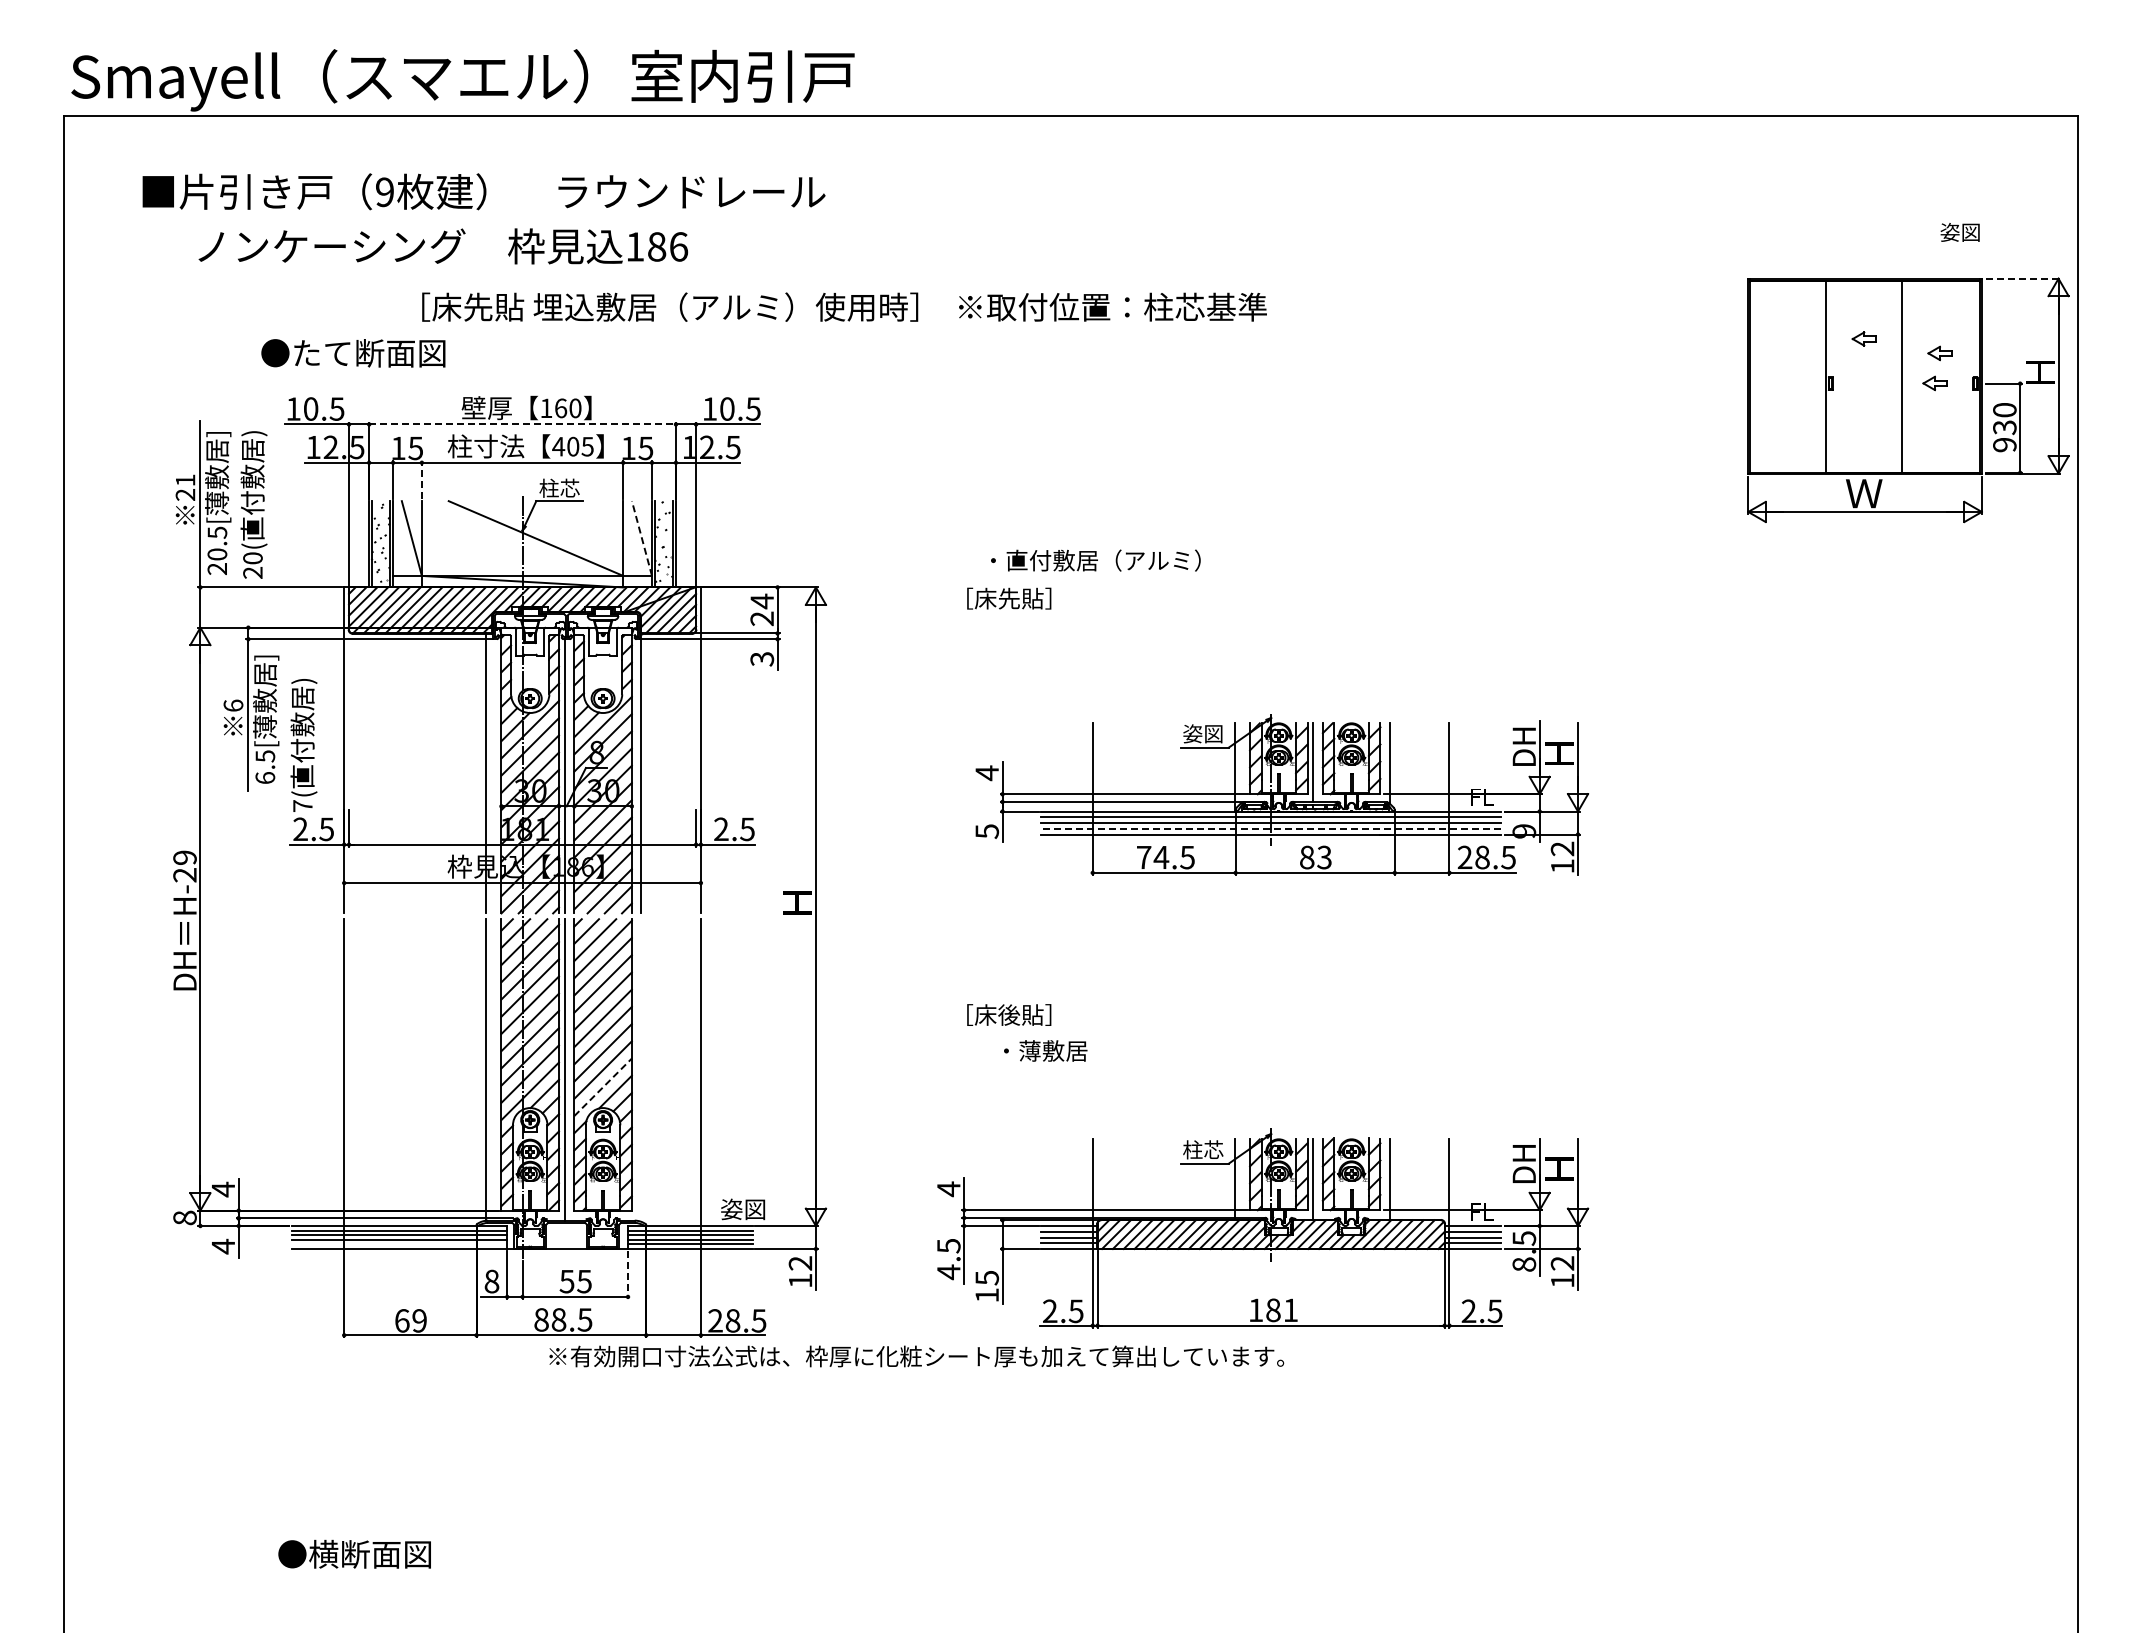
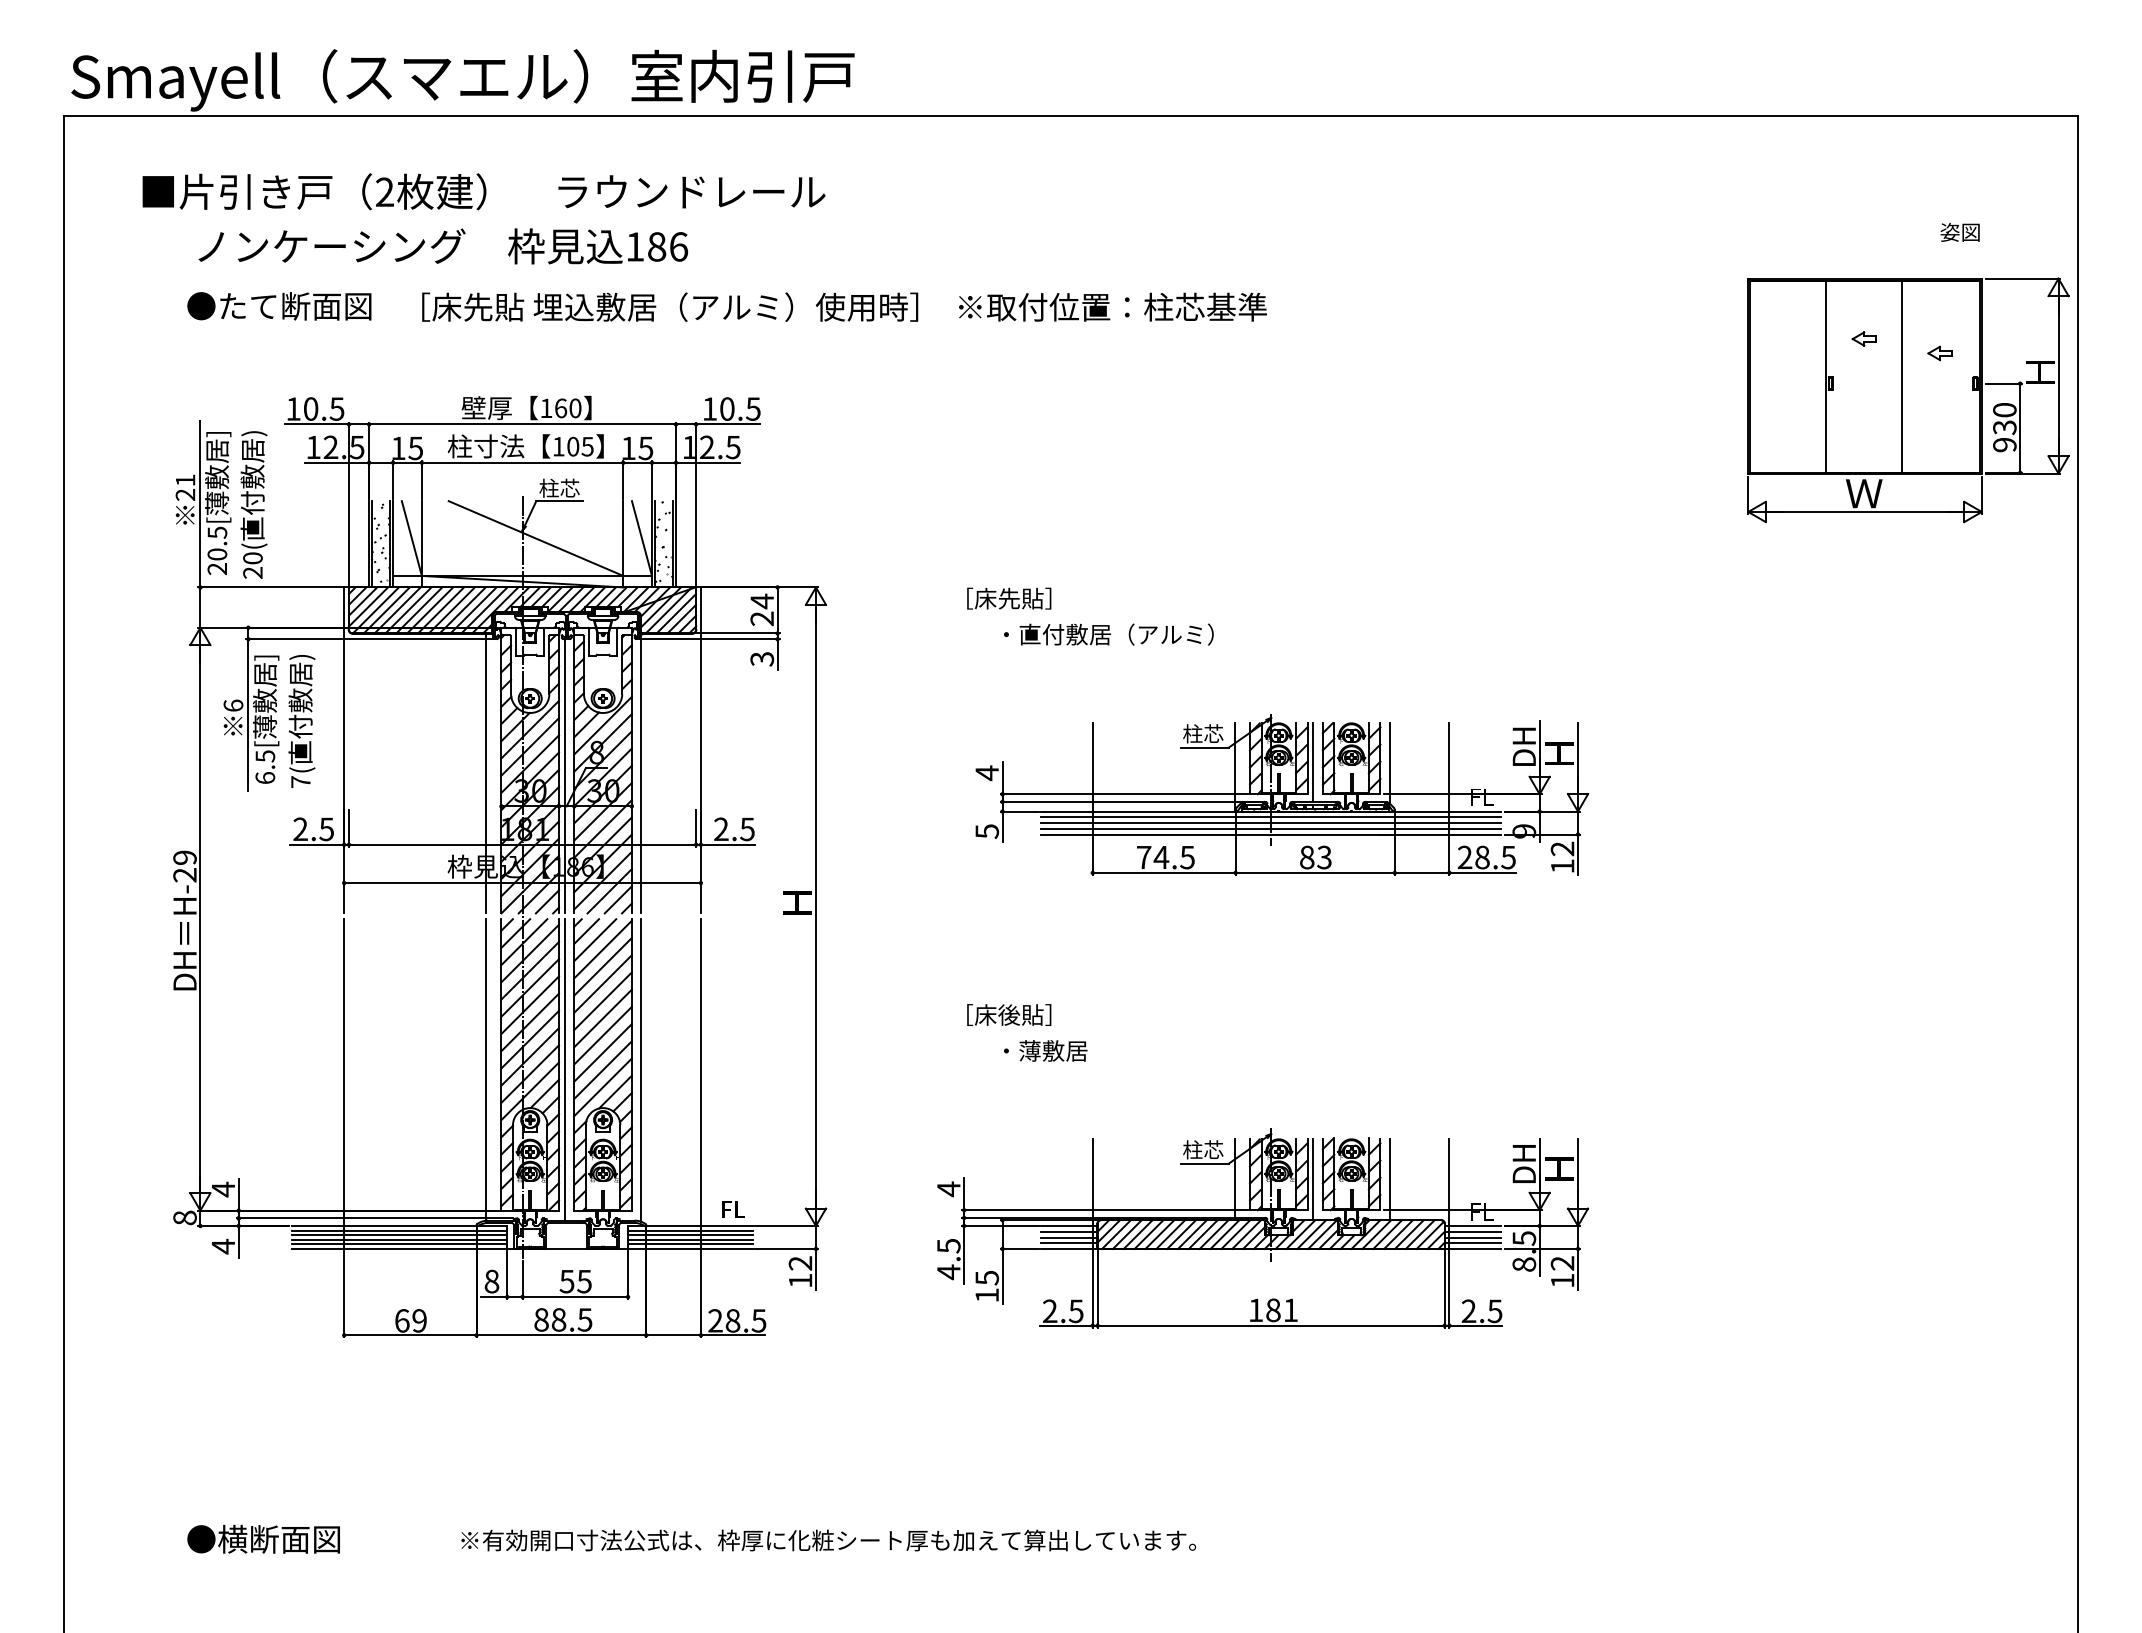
text at (384, 192): 9 -> 2
line at (2023, 278): dashed -> solid
text at (353, 353) position: (353, 353) -> (279, 306)
part at (1934, 383): present -> none
line at (523, 424): dashed -> solid
text at (558, 446): 405 -> 105
line at (421, 479): dashed -> solid
line at (641, 538): dashed -> solid
text at (1095, 560) position: (1095, 560) -> (1108, 634)
text at (1203, 733): 姿図 -> 柱芯
text at (303, 745) position: (303, 745) -> (301, 721)
line at (1270, 828): dashed -> solid
line at (641, 1070): none -> present
line at (603, 1087): dashed -> solid
text at (743, 1209): 姿図 -> FL
line at (399, 1244): none -> present
line at (628, 1274): dashed -> solid
text at (916, 1356) position: (916, 1356) -> (828, 1540)
text at (354, 1553) position: (354, 1553) -> (263, 1538)
